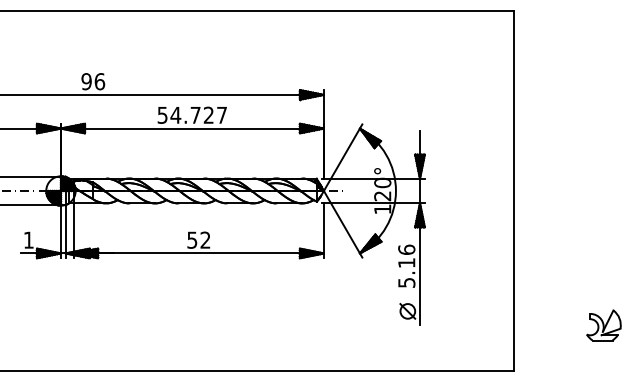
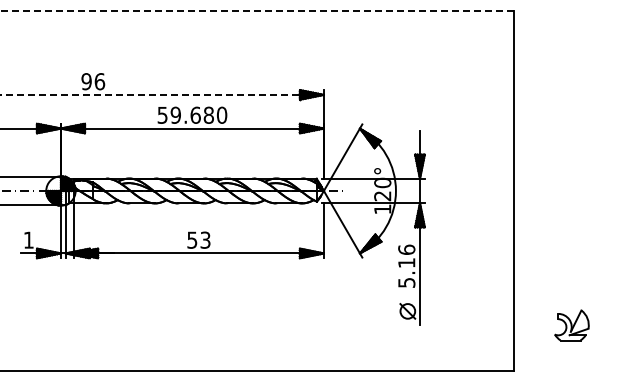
line at (257, 11): solid -> dashed
line at (162, 94): solid -> dashed
text at (198, 114): 54.727 -> 59.680
text at (205, 240): 52 -> 53
part at (603, 325) position: (603, 325) -> (571, 325)
